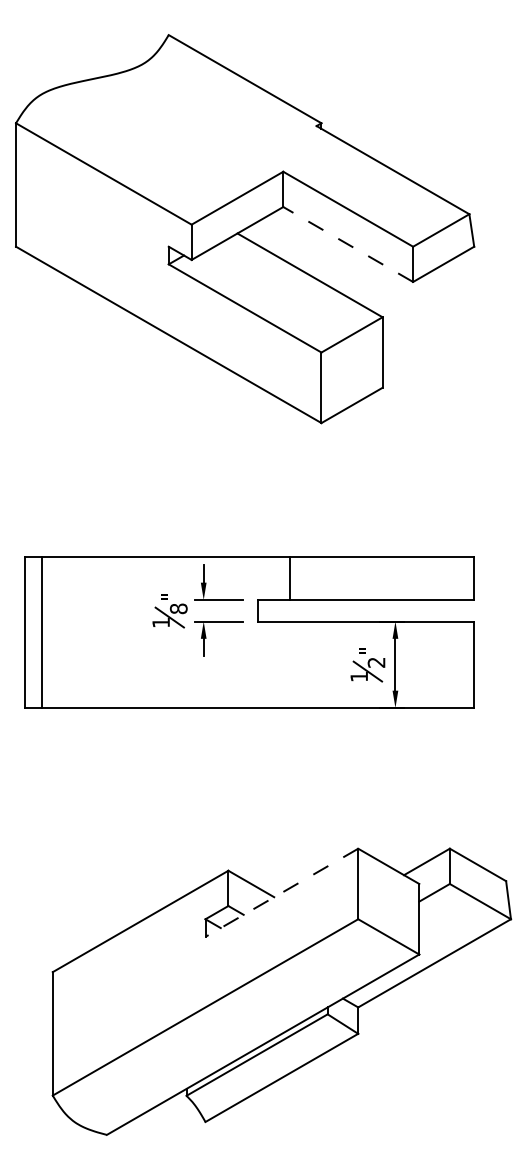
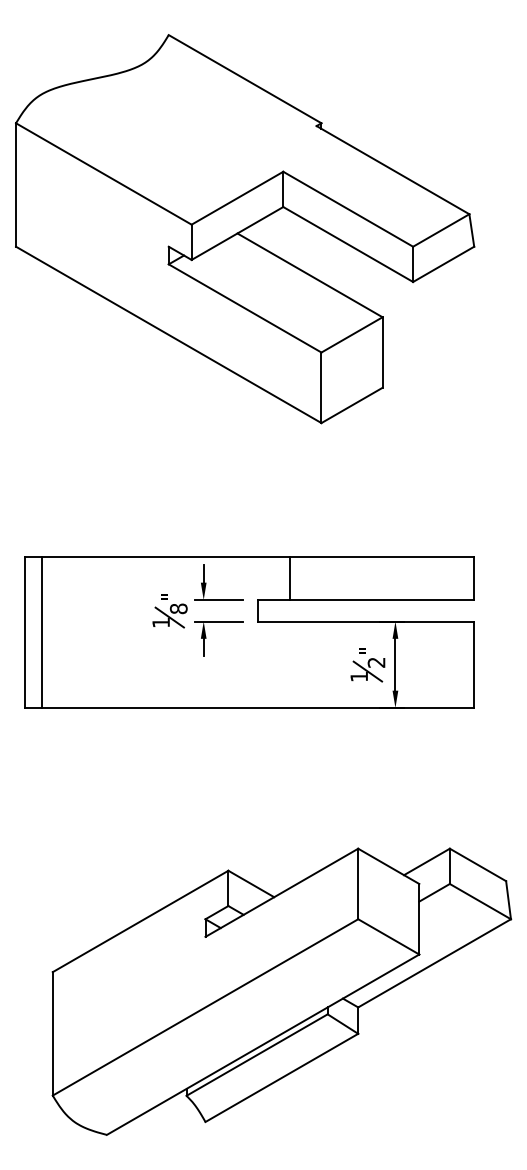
line at (348, 244): dashed -> solid
line at (281, 893): dashed -> solid
